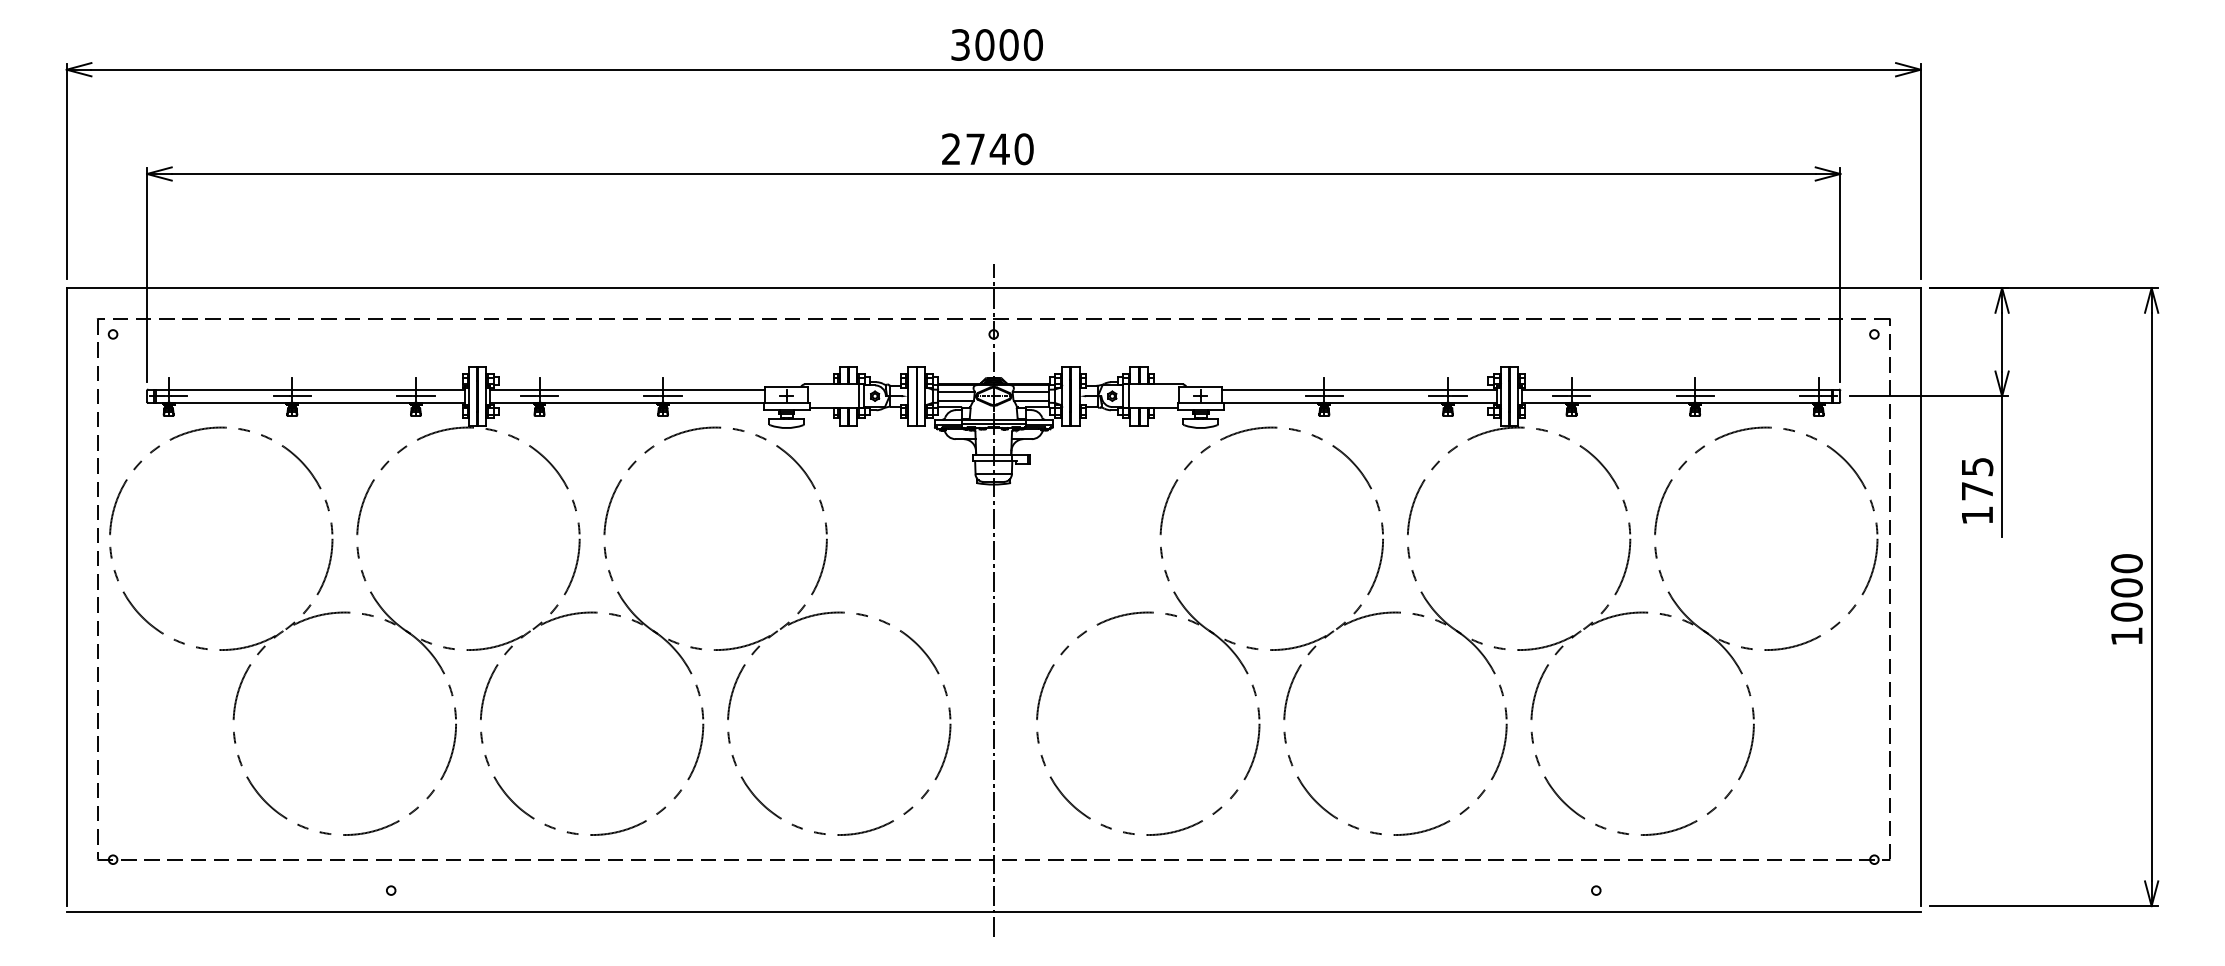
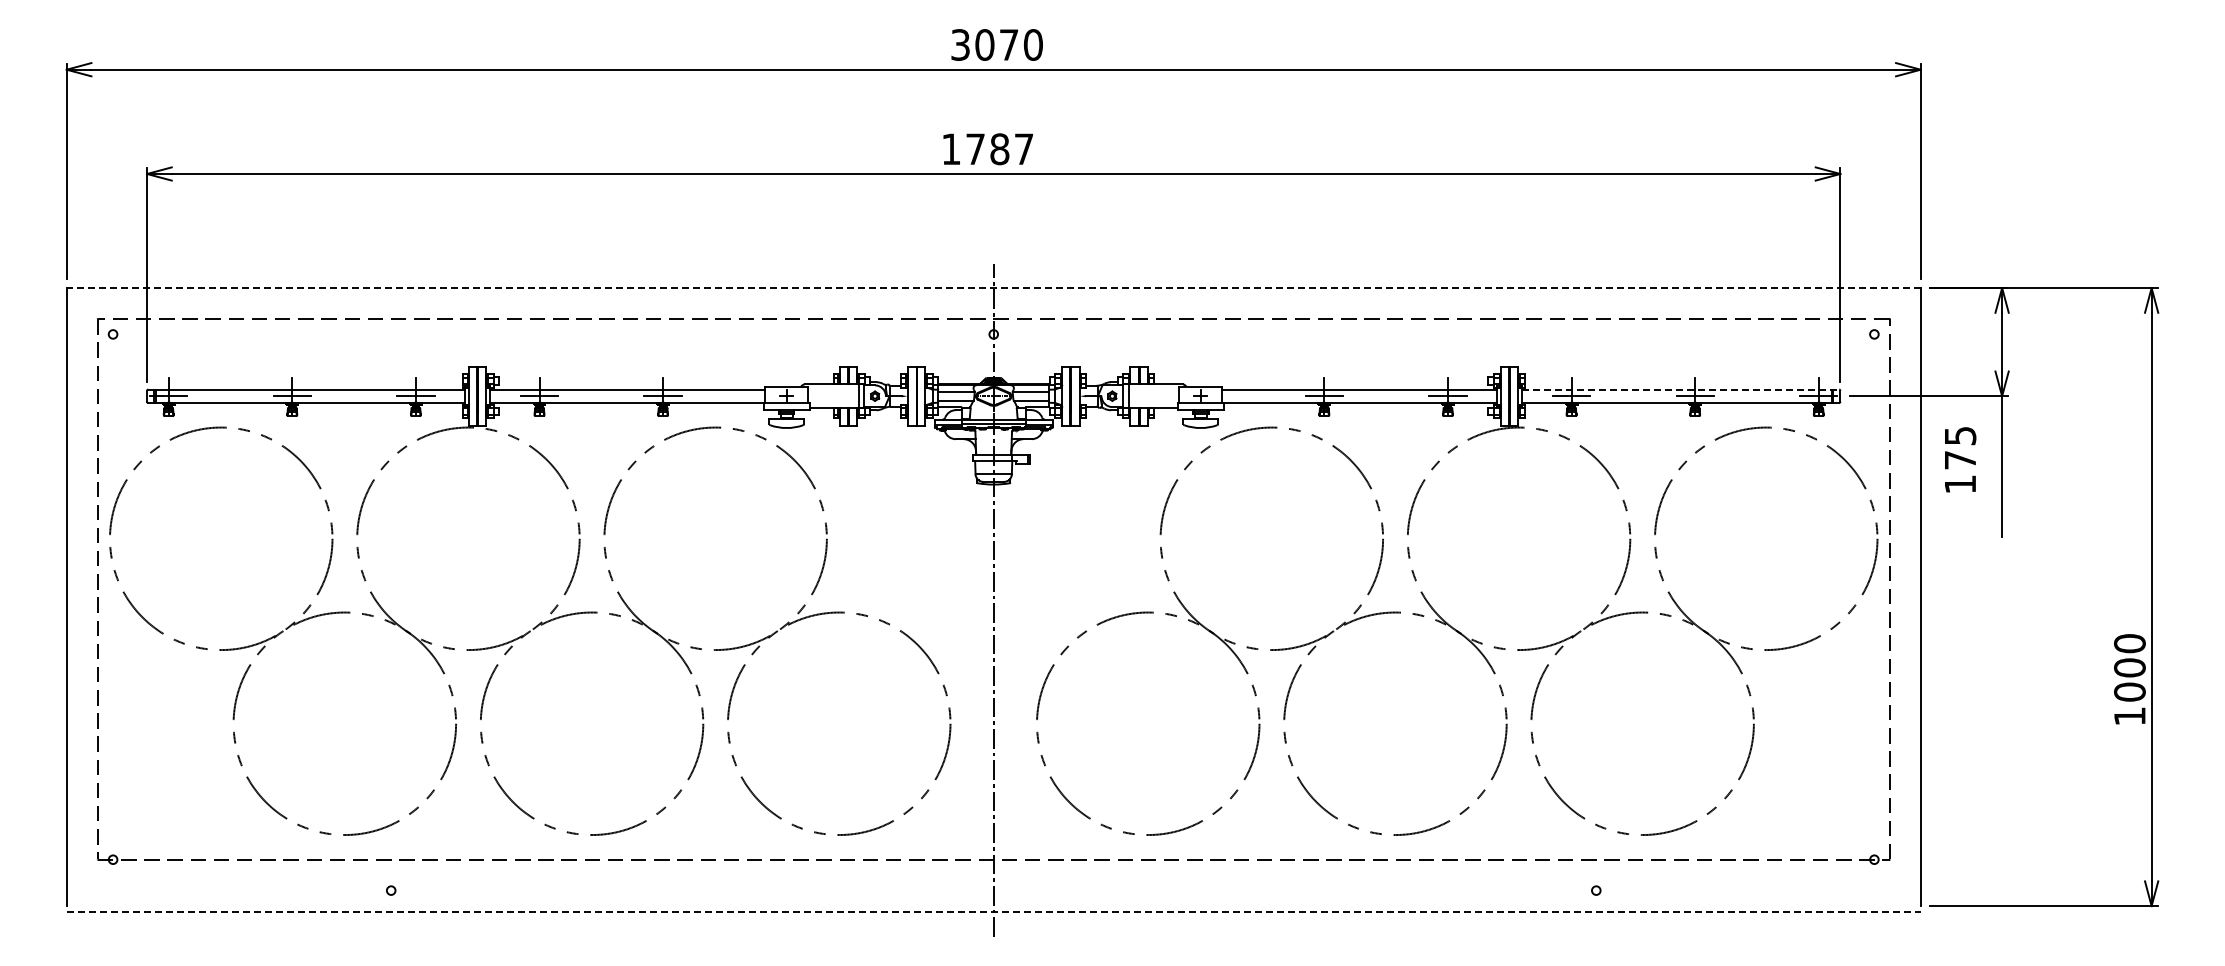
text at (1008, 44): 3000 -> 3070
text at (987, 149): 2740 -> 1787
line at (993, 288): solid -> dashed
line at (1680, 389): solid -> dashed
text at (1977, 490) position: (1977, 490) -> (1960, 459)
text at (2126, 599) position: (2126, 599) -> (2129, 679)
line at (994, 912): solid -> dashed
